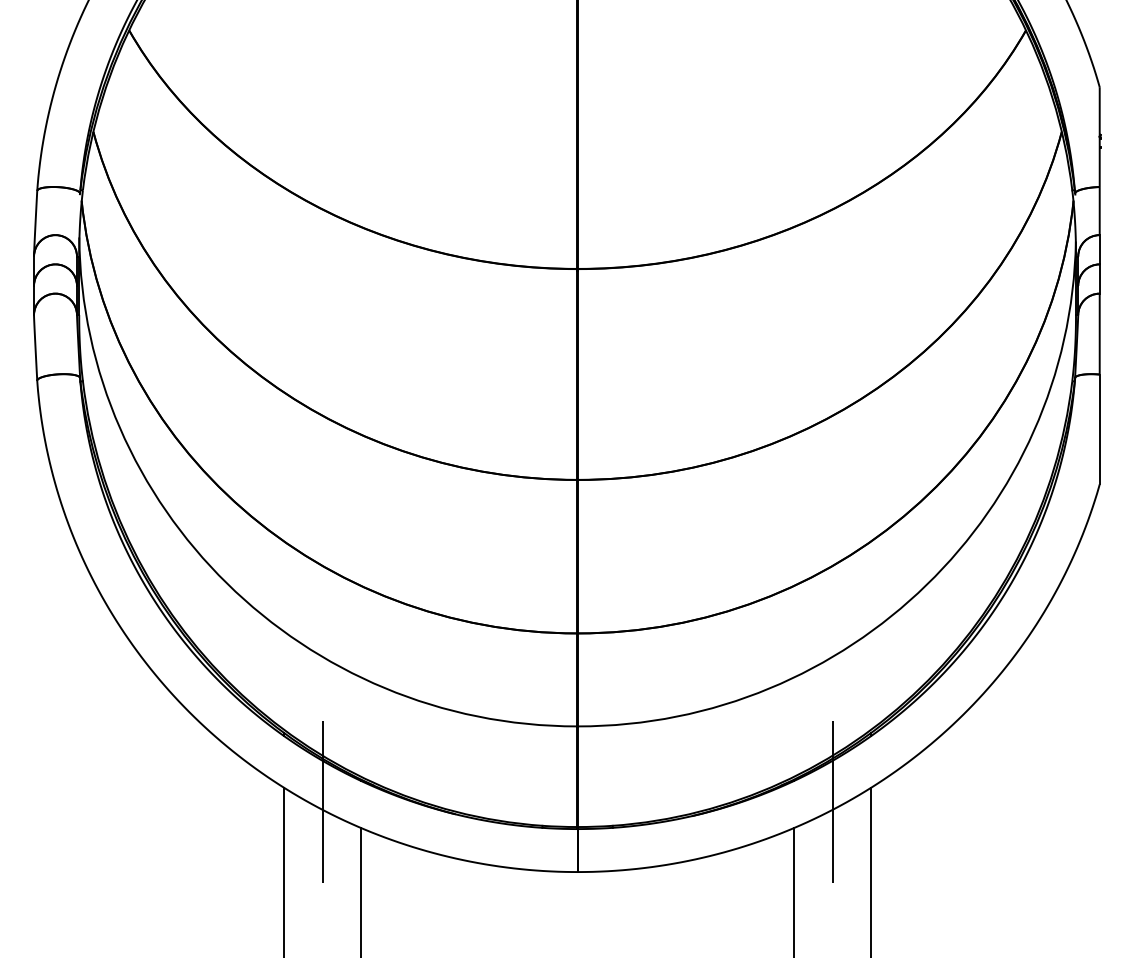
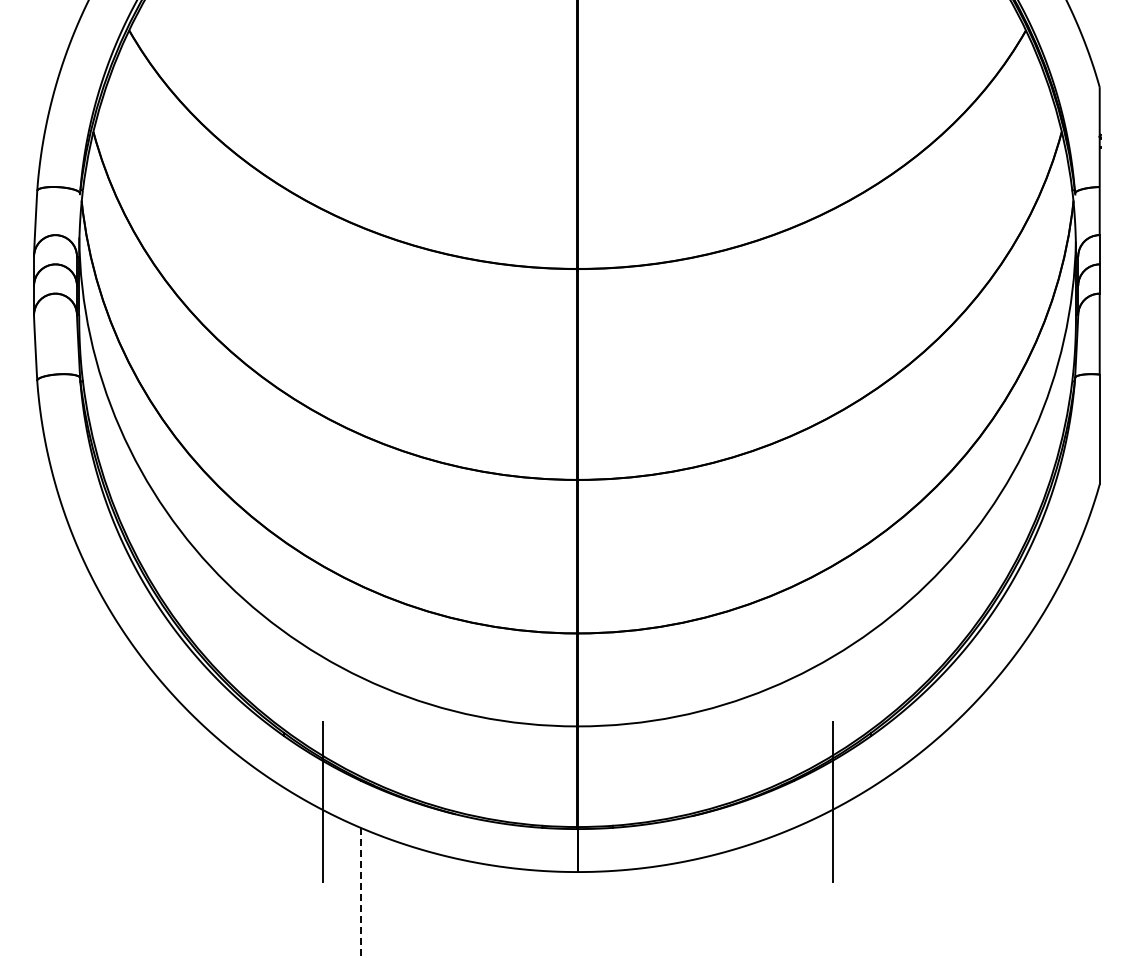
line at (284, 870): present -> none
line at (871, 870): present -> none
line at (794, 890): present -> none
line at (360, 892): solid -> dashed
